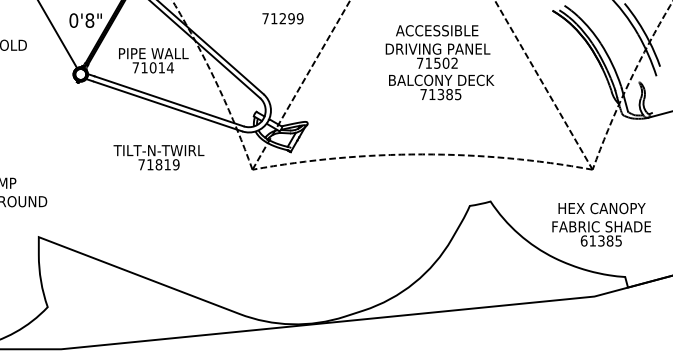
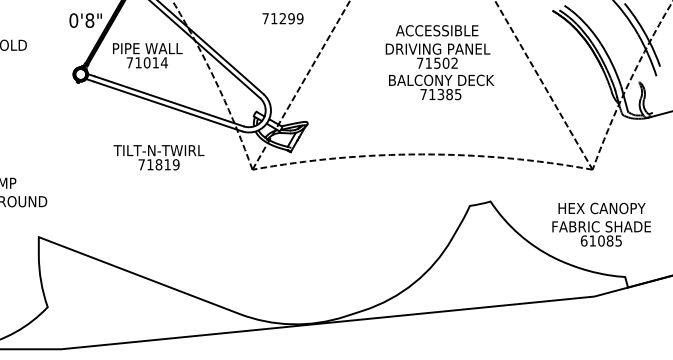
line at (58, 35): present -> none
text at (153, 60) position: (153, 60) -> (147, 55)
text at (601, 240): 61385 -> 61085
